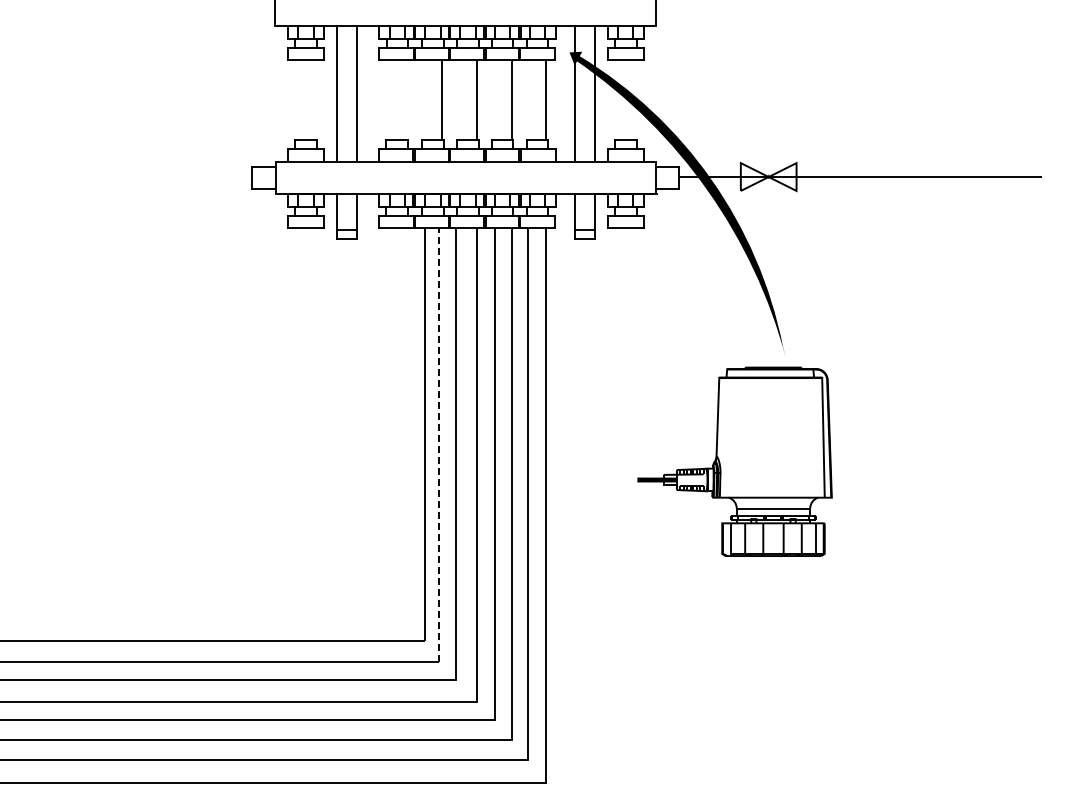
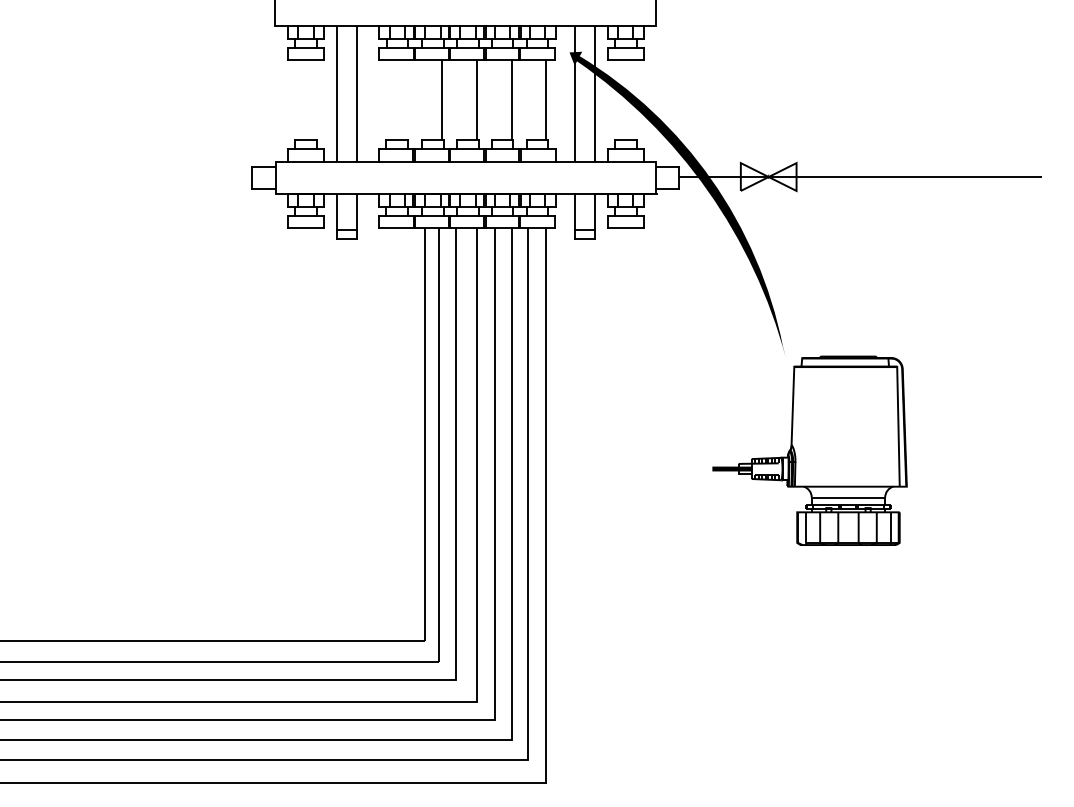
line at (439, 444): dashed -> solid
part at (734, 461) position: (734, 461) -> (809, 450)
